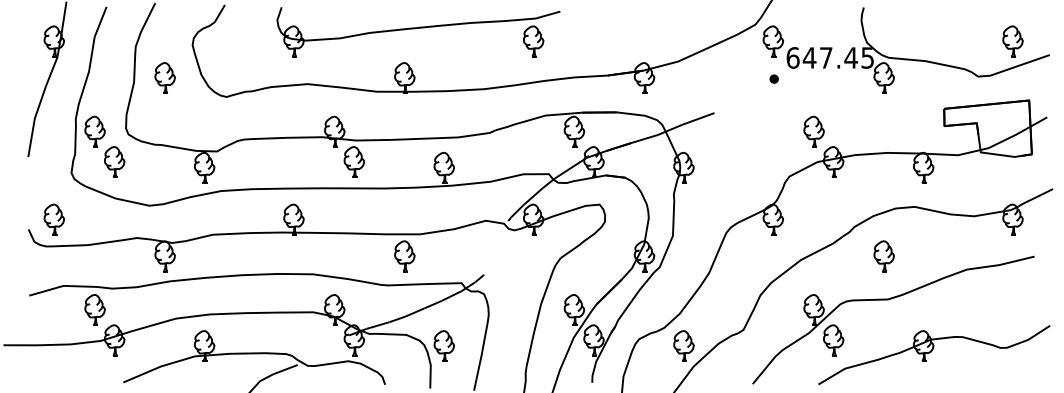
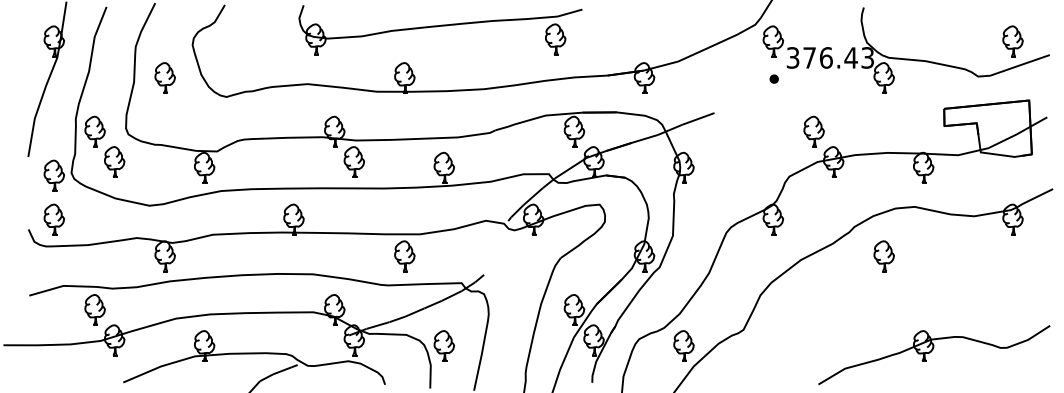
part at (418, 32) position: (418, 32) -> (440, 30)
text at (829, 57): 647.45 -> 376.43
part at (53, 175): none -> present
part at (888, 300): present -> none
